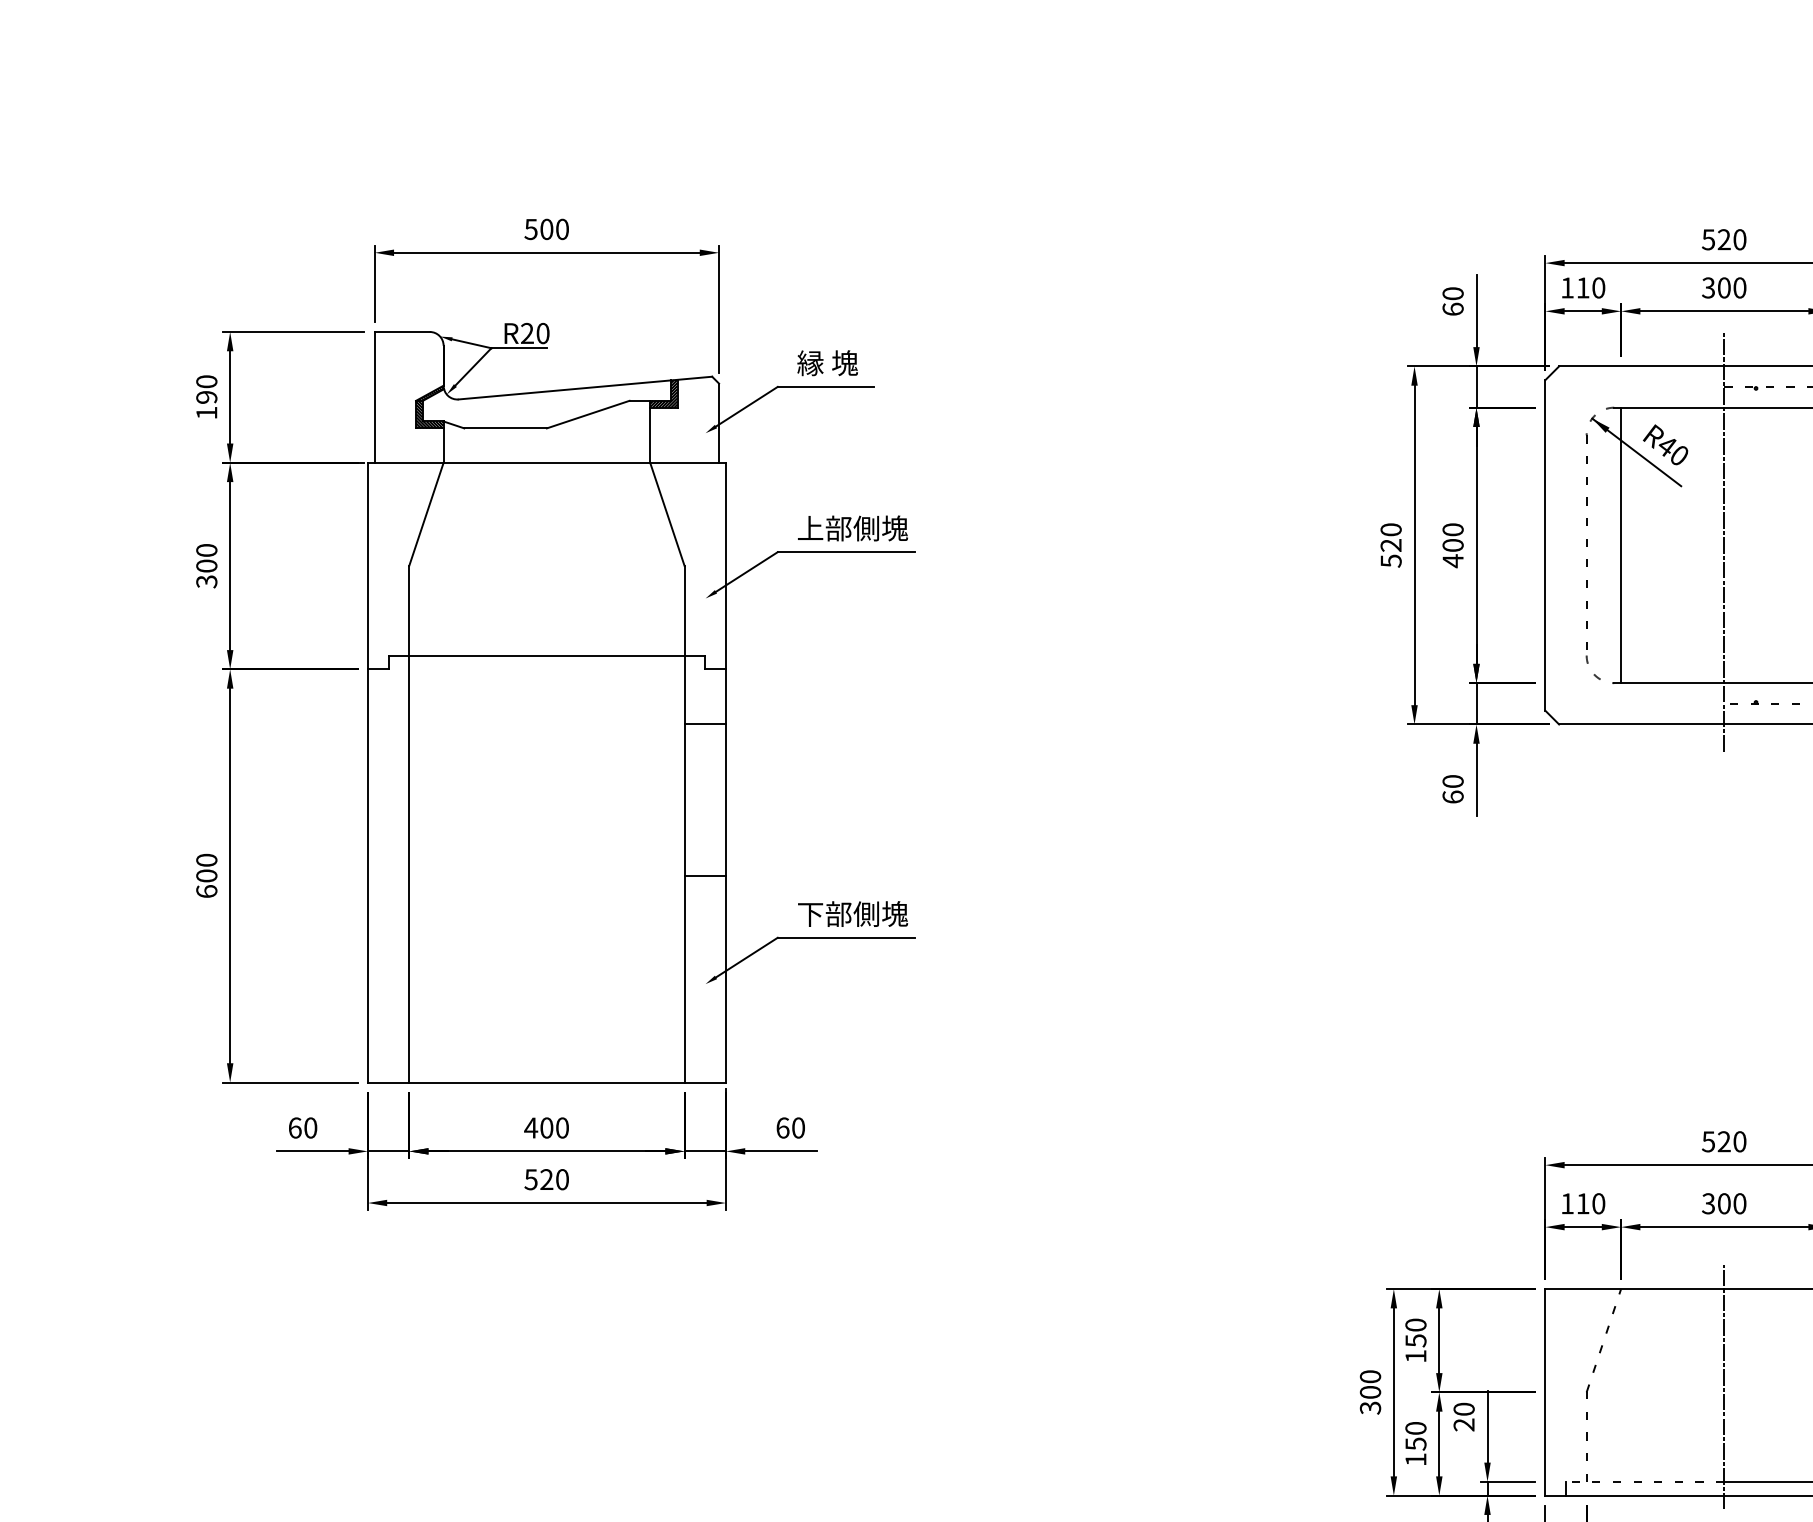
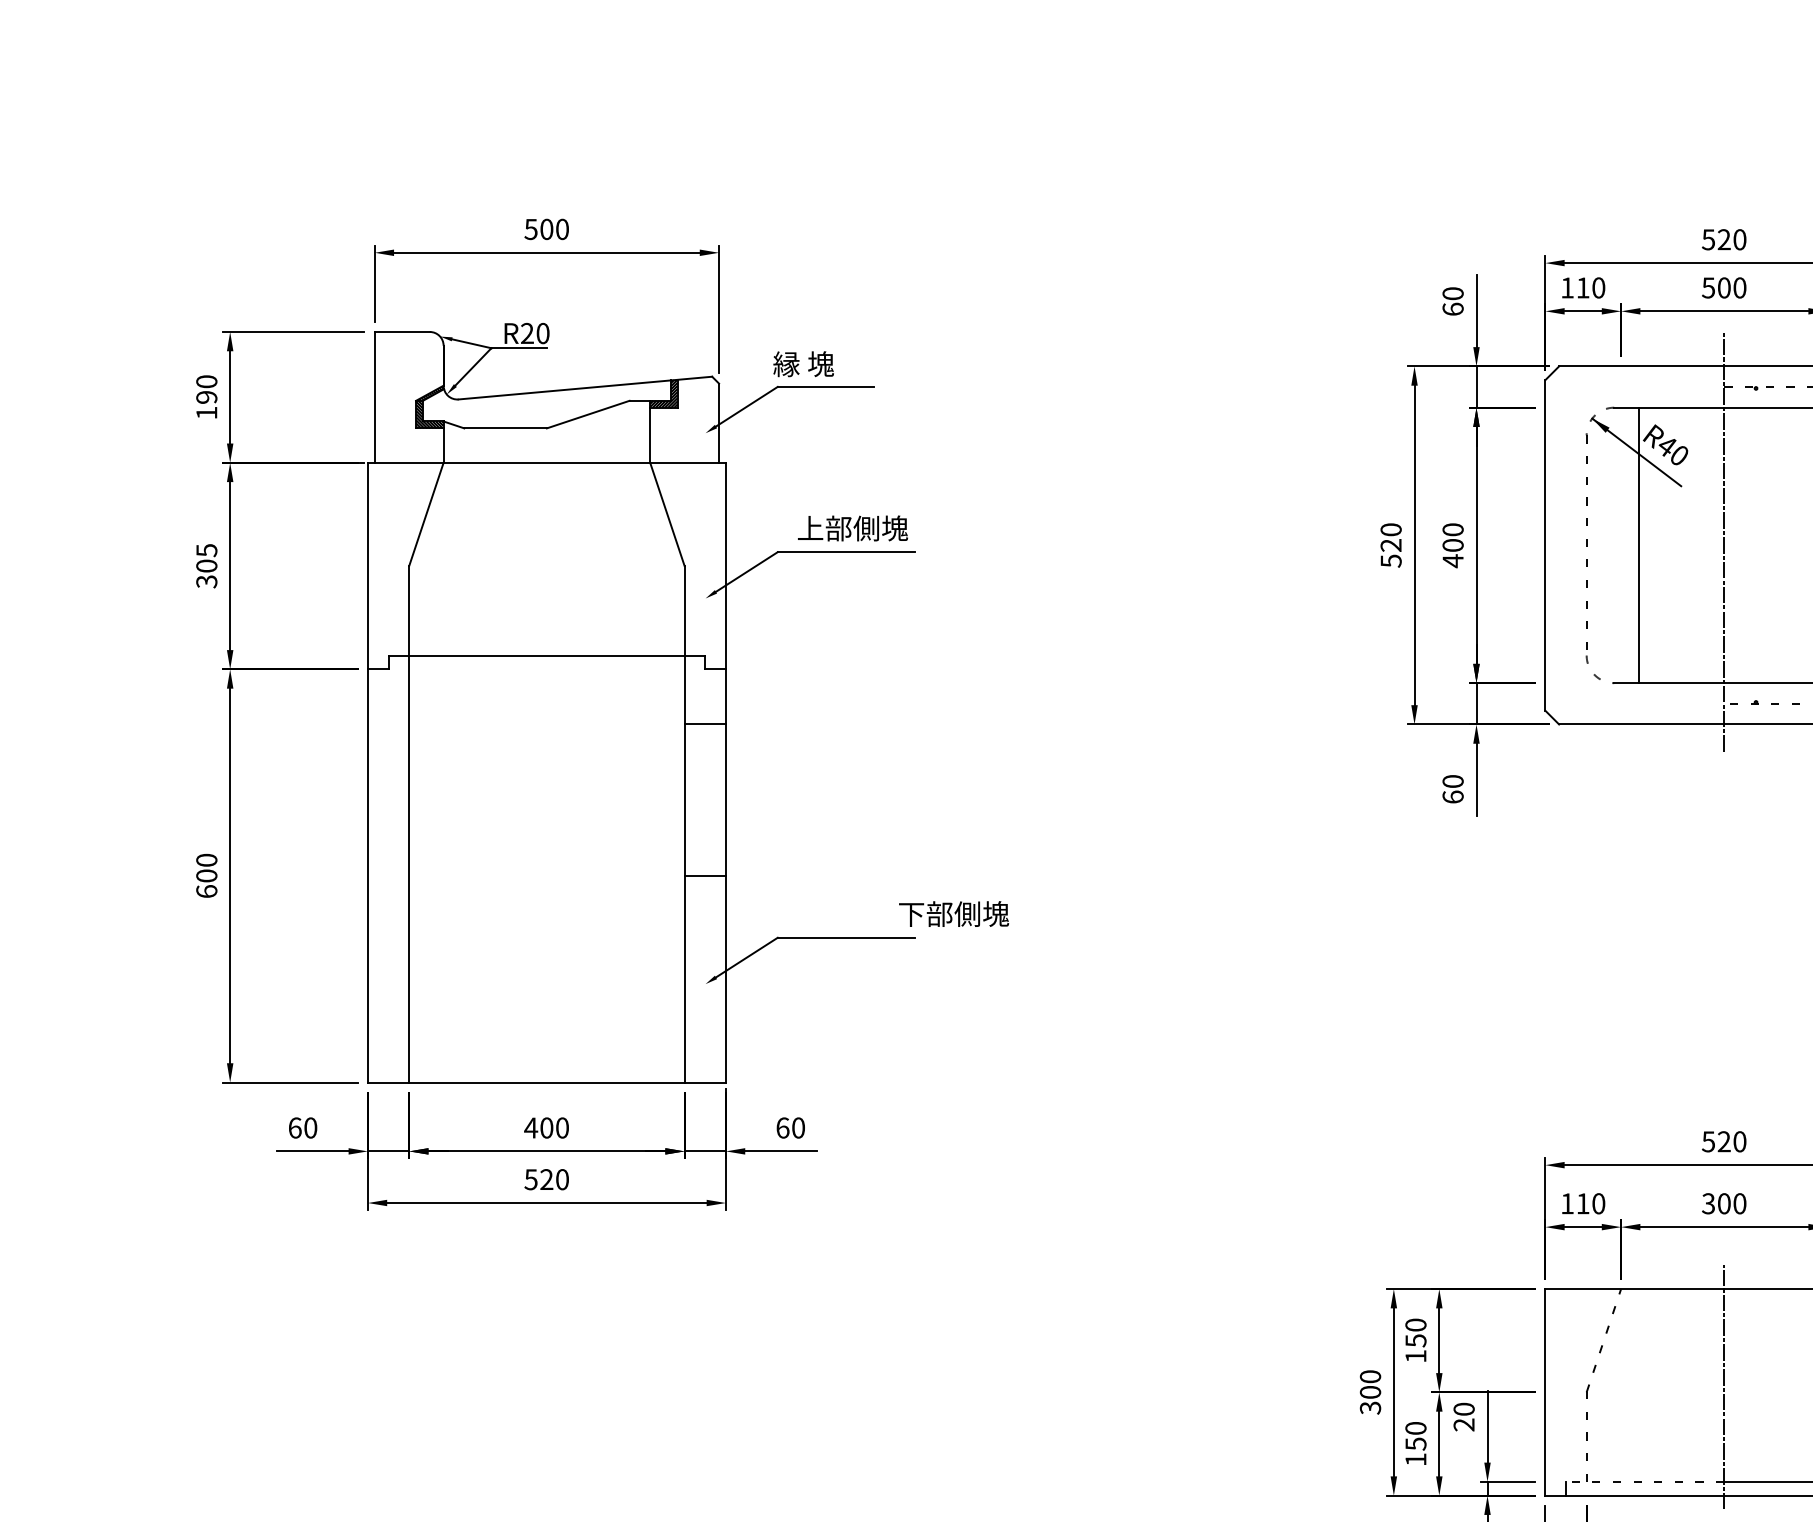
text at (1708, 287): 300 -> 500
text at (827, 363) position: (827, 363) -> (803, 364)
line at (1621, 545) position: (1621, 545) -> (1639, 545)
text at (206, 550): 300 -> 305
text at (853, 913) position: (853, 913) -> (954, 913)
